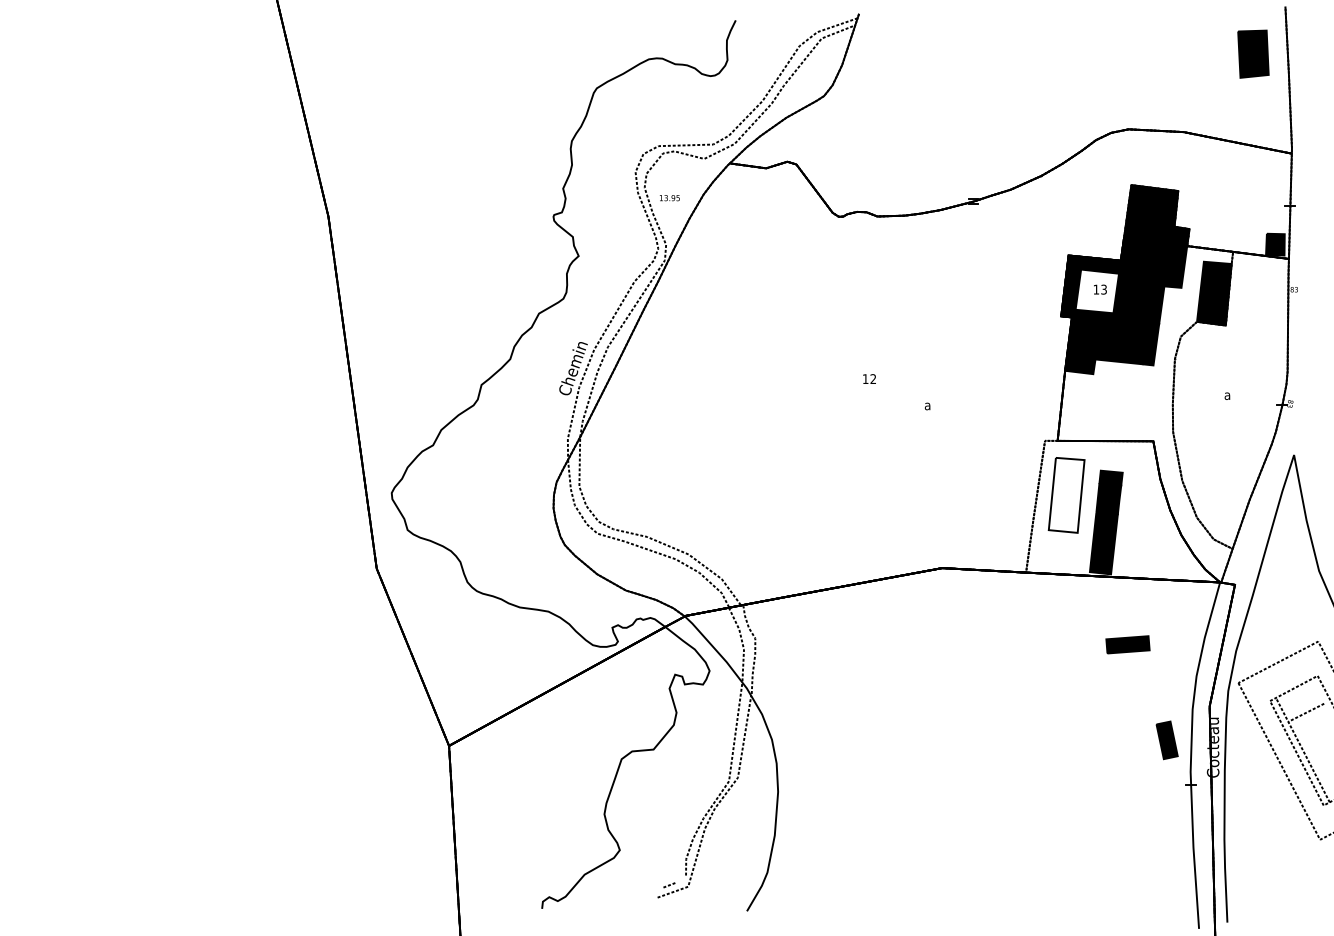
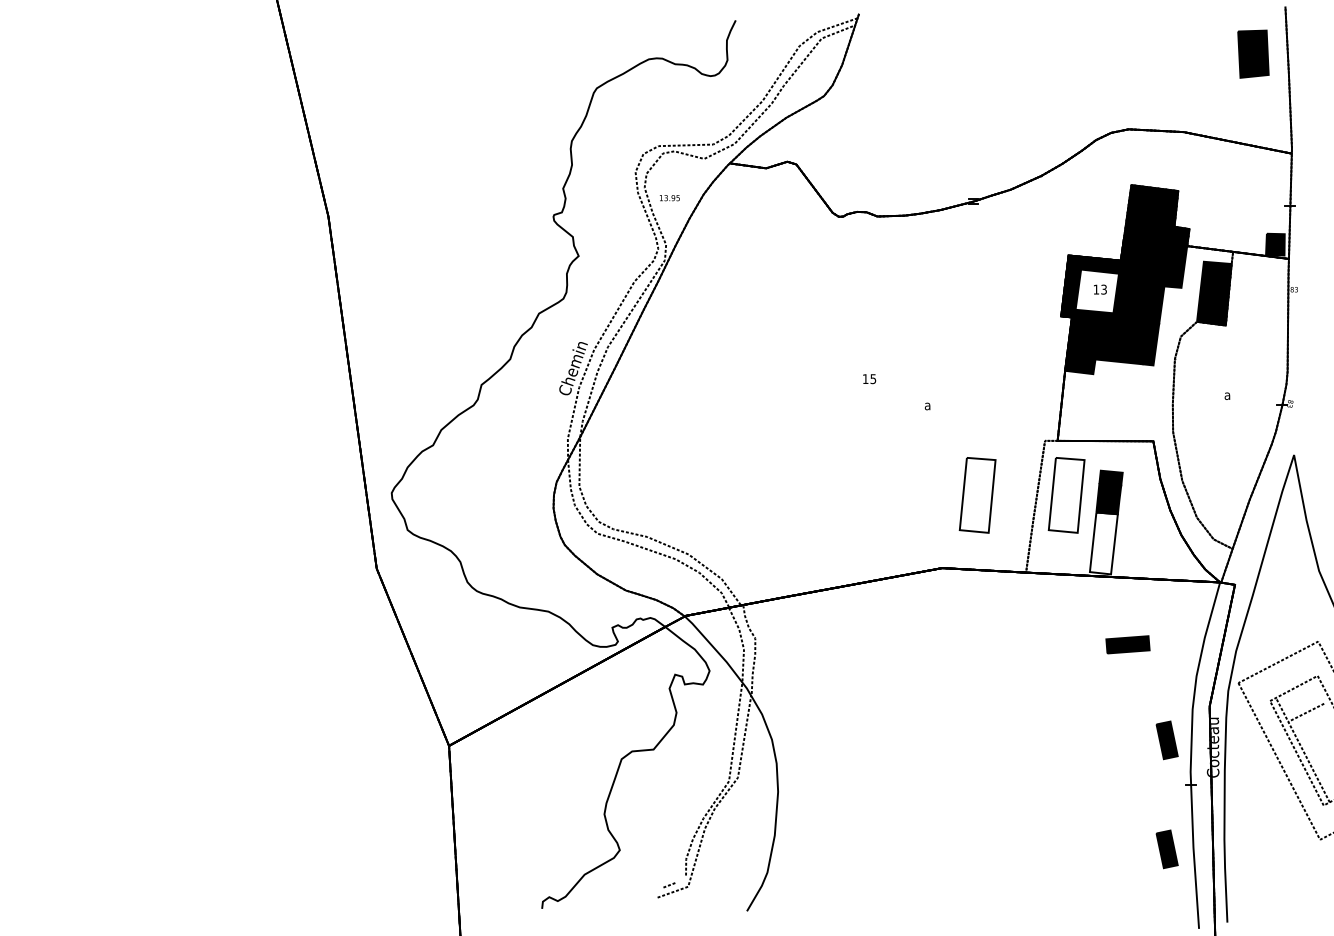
text at (873, 379): 12 -> 15
part at (977, 495): none -> present
fill at (1103, 543): present -> none
part at (1166, 849): none -> present
